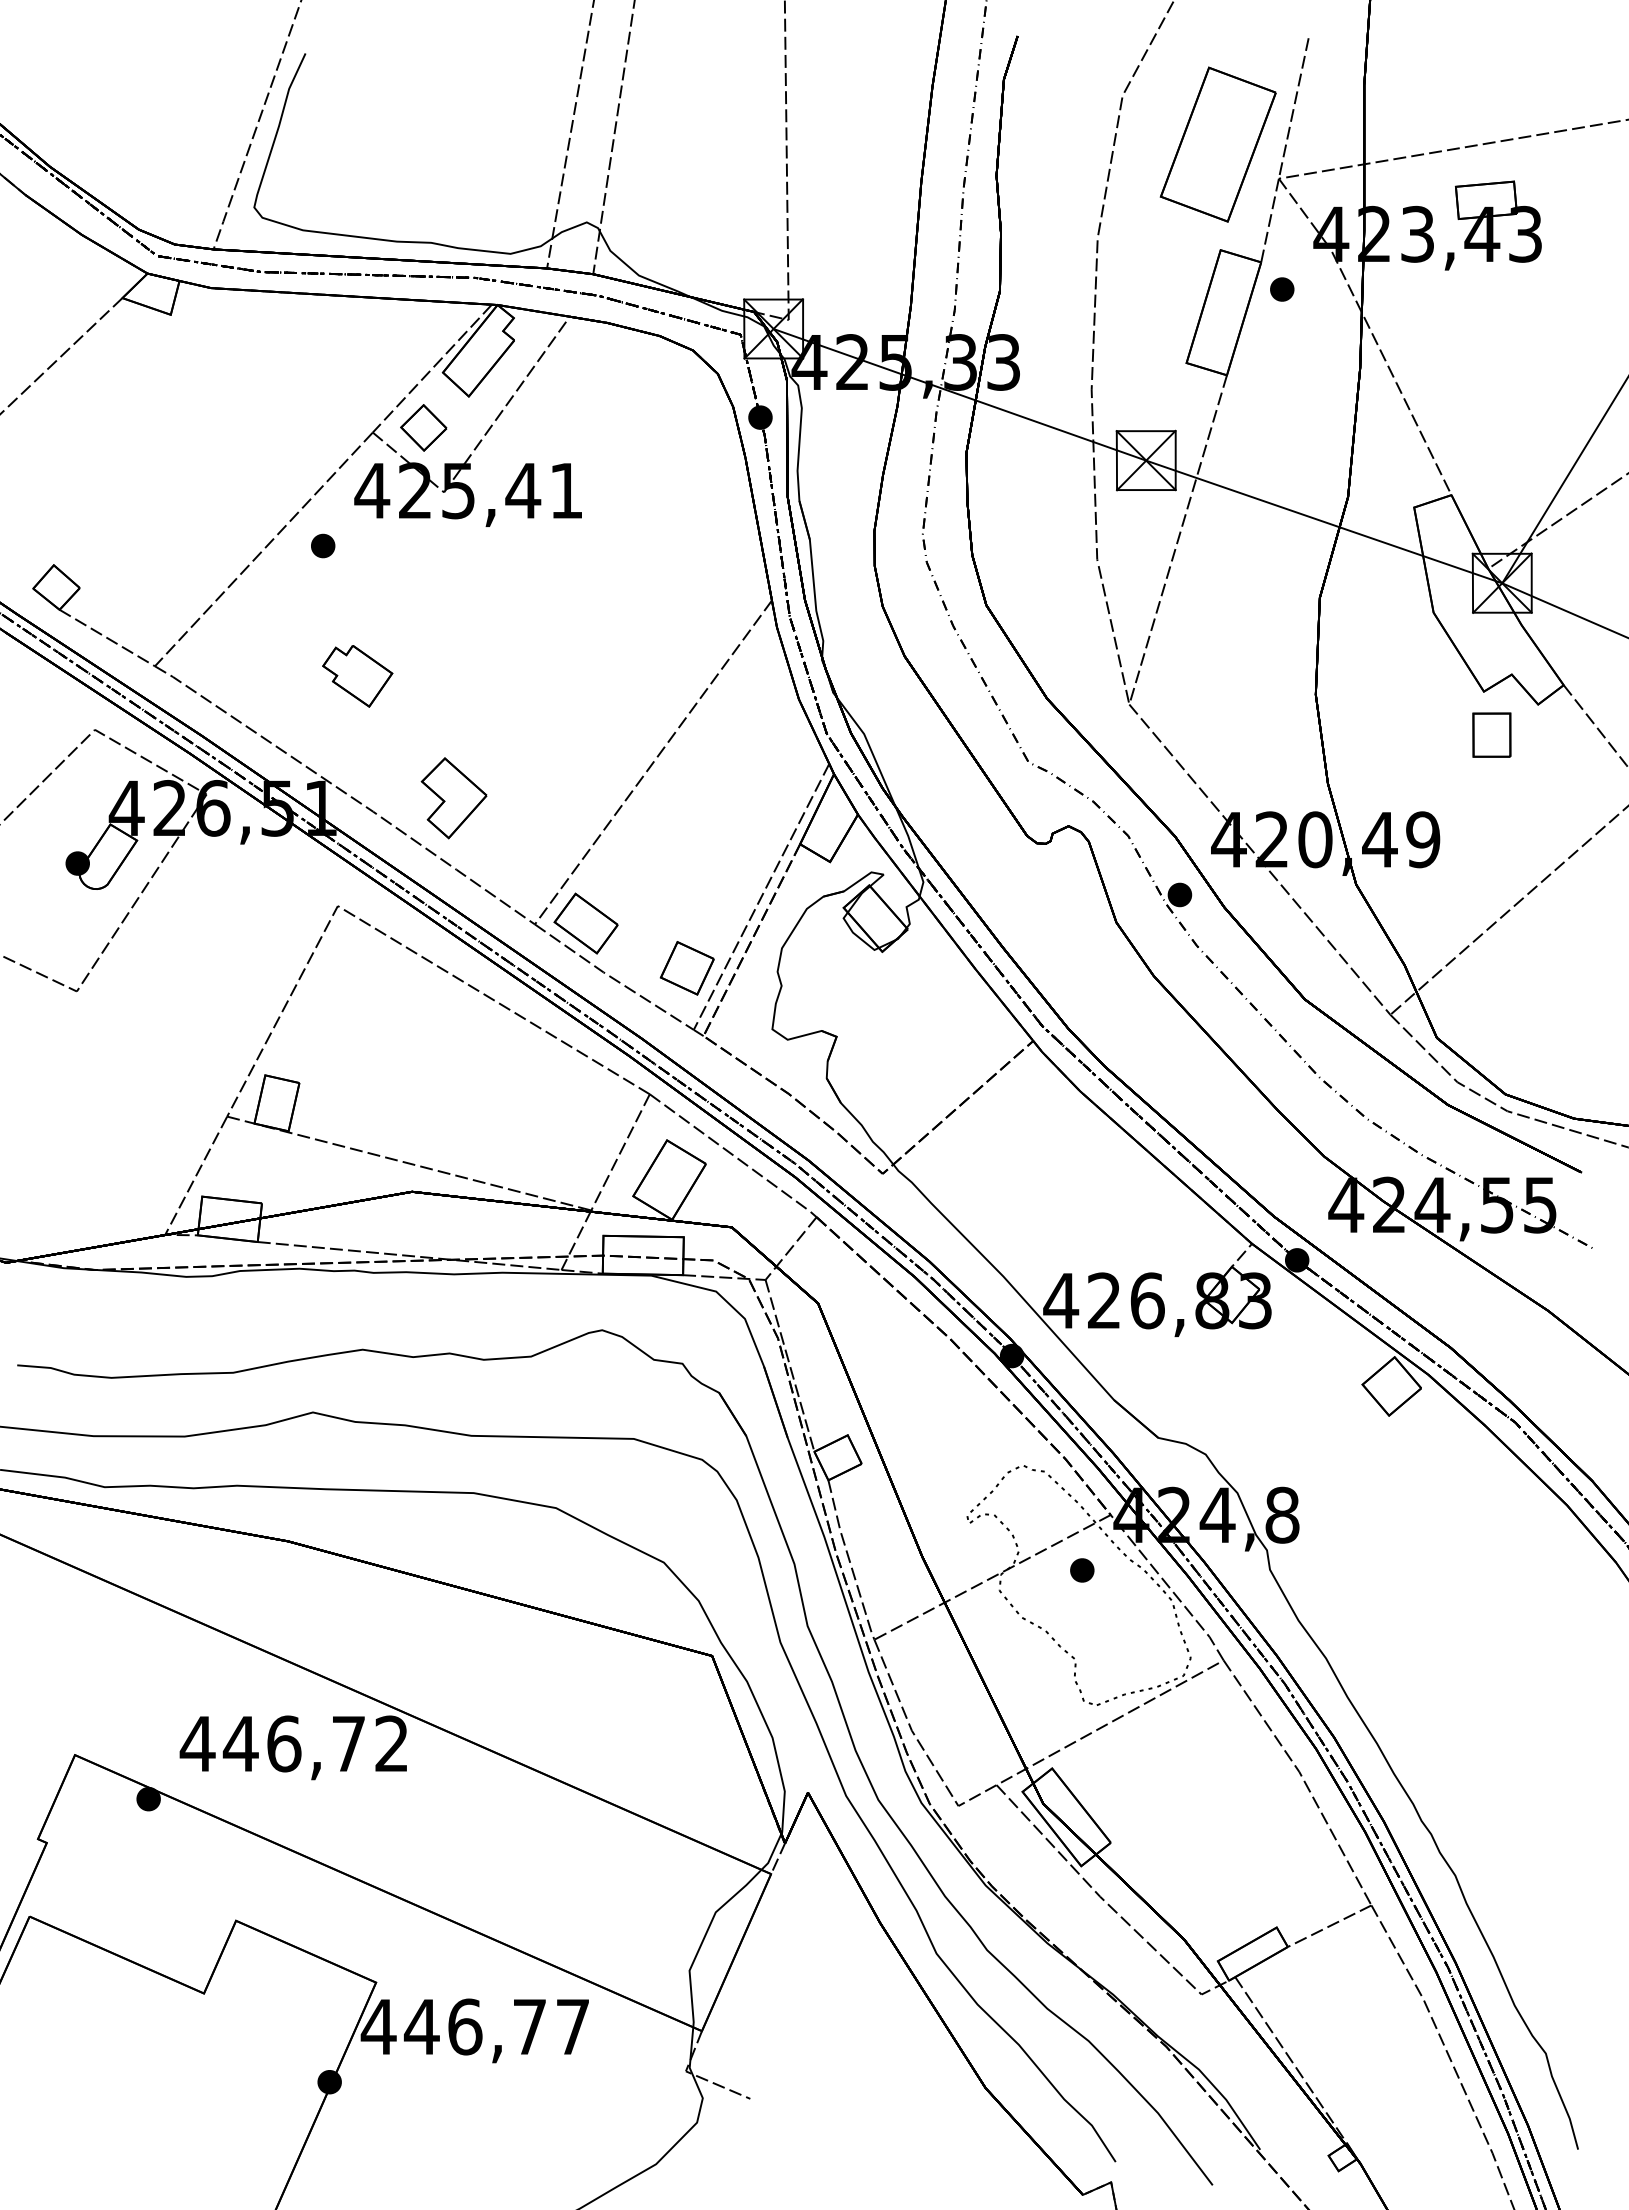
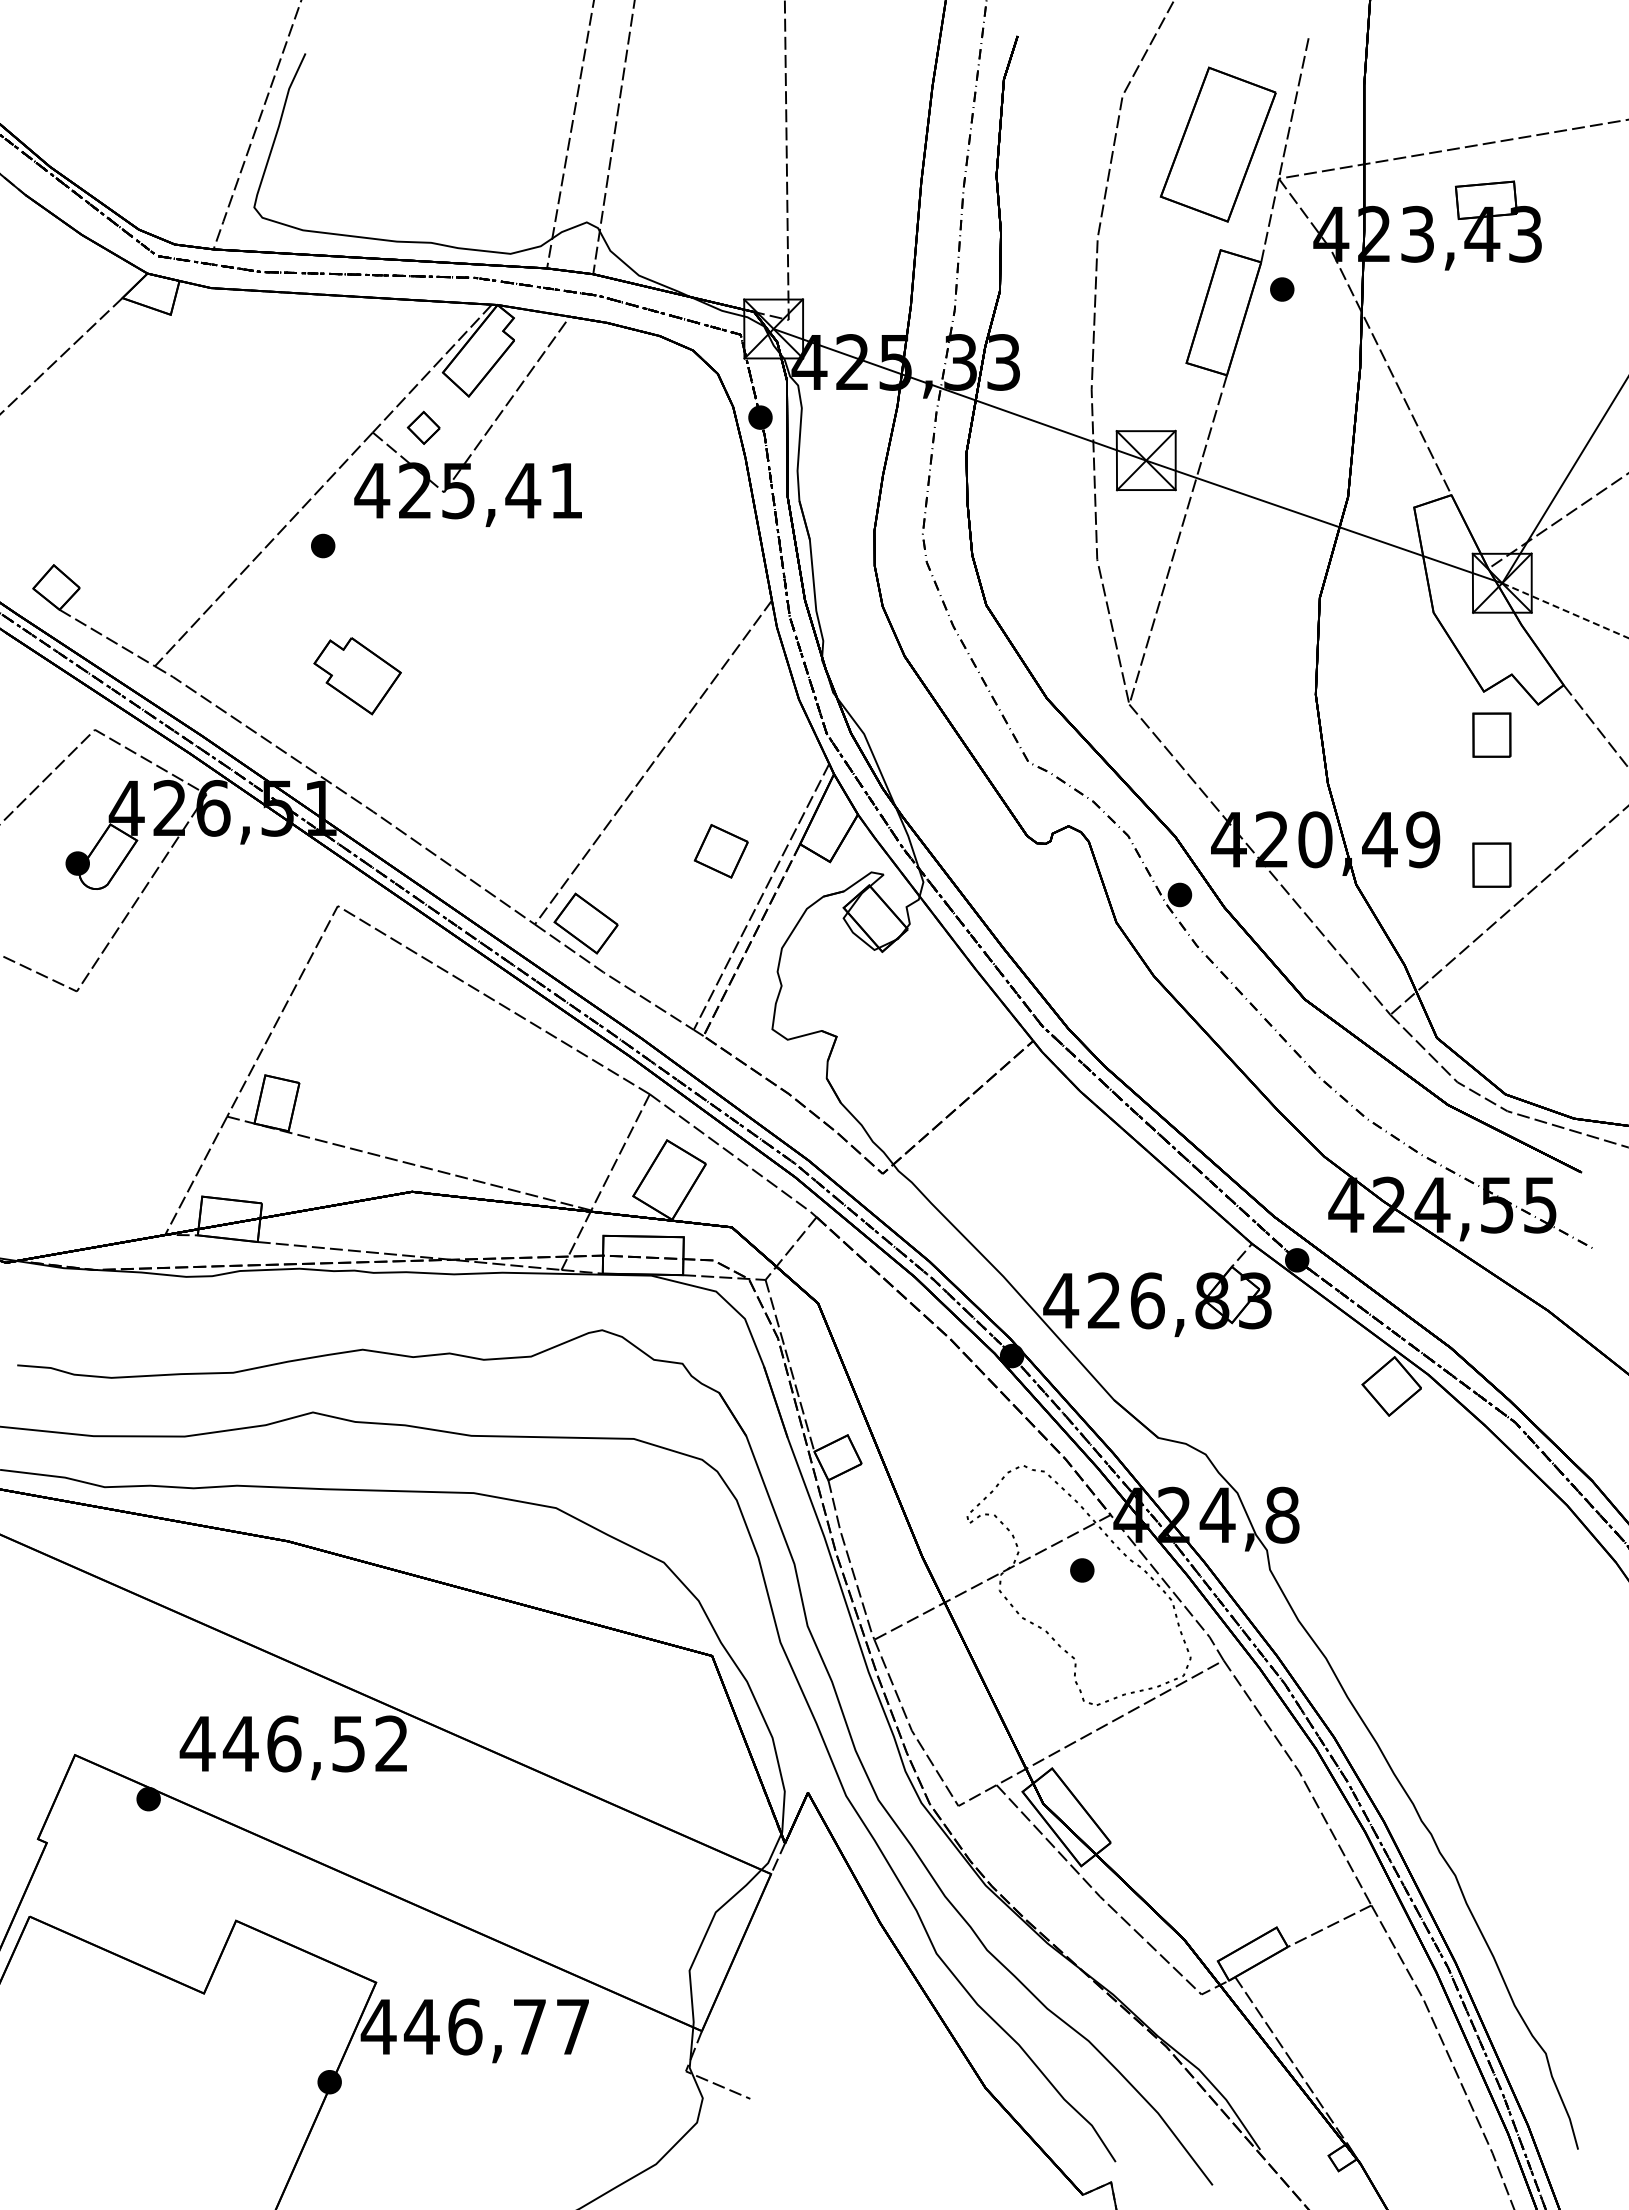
part at (423, 427) size: 48x48 px -> 35x35 px
line at (1565, 610): solid -> dashed
part at (357, 676) size: 72x63 px -> 89x79 px
part at (453, 798): present -> none
part at (1491, 864): none -> present
part at (686, 968) position: (686, 968) -> (720, 851)
text at (348, 1744): 446,72 -> 446,52
